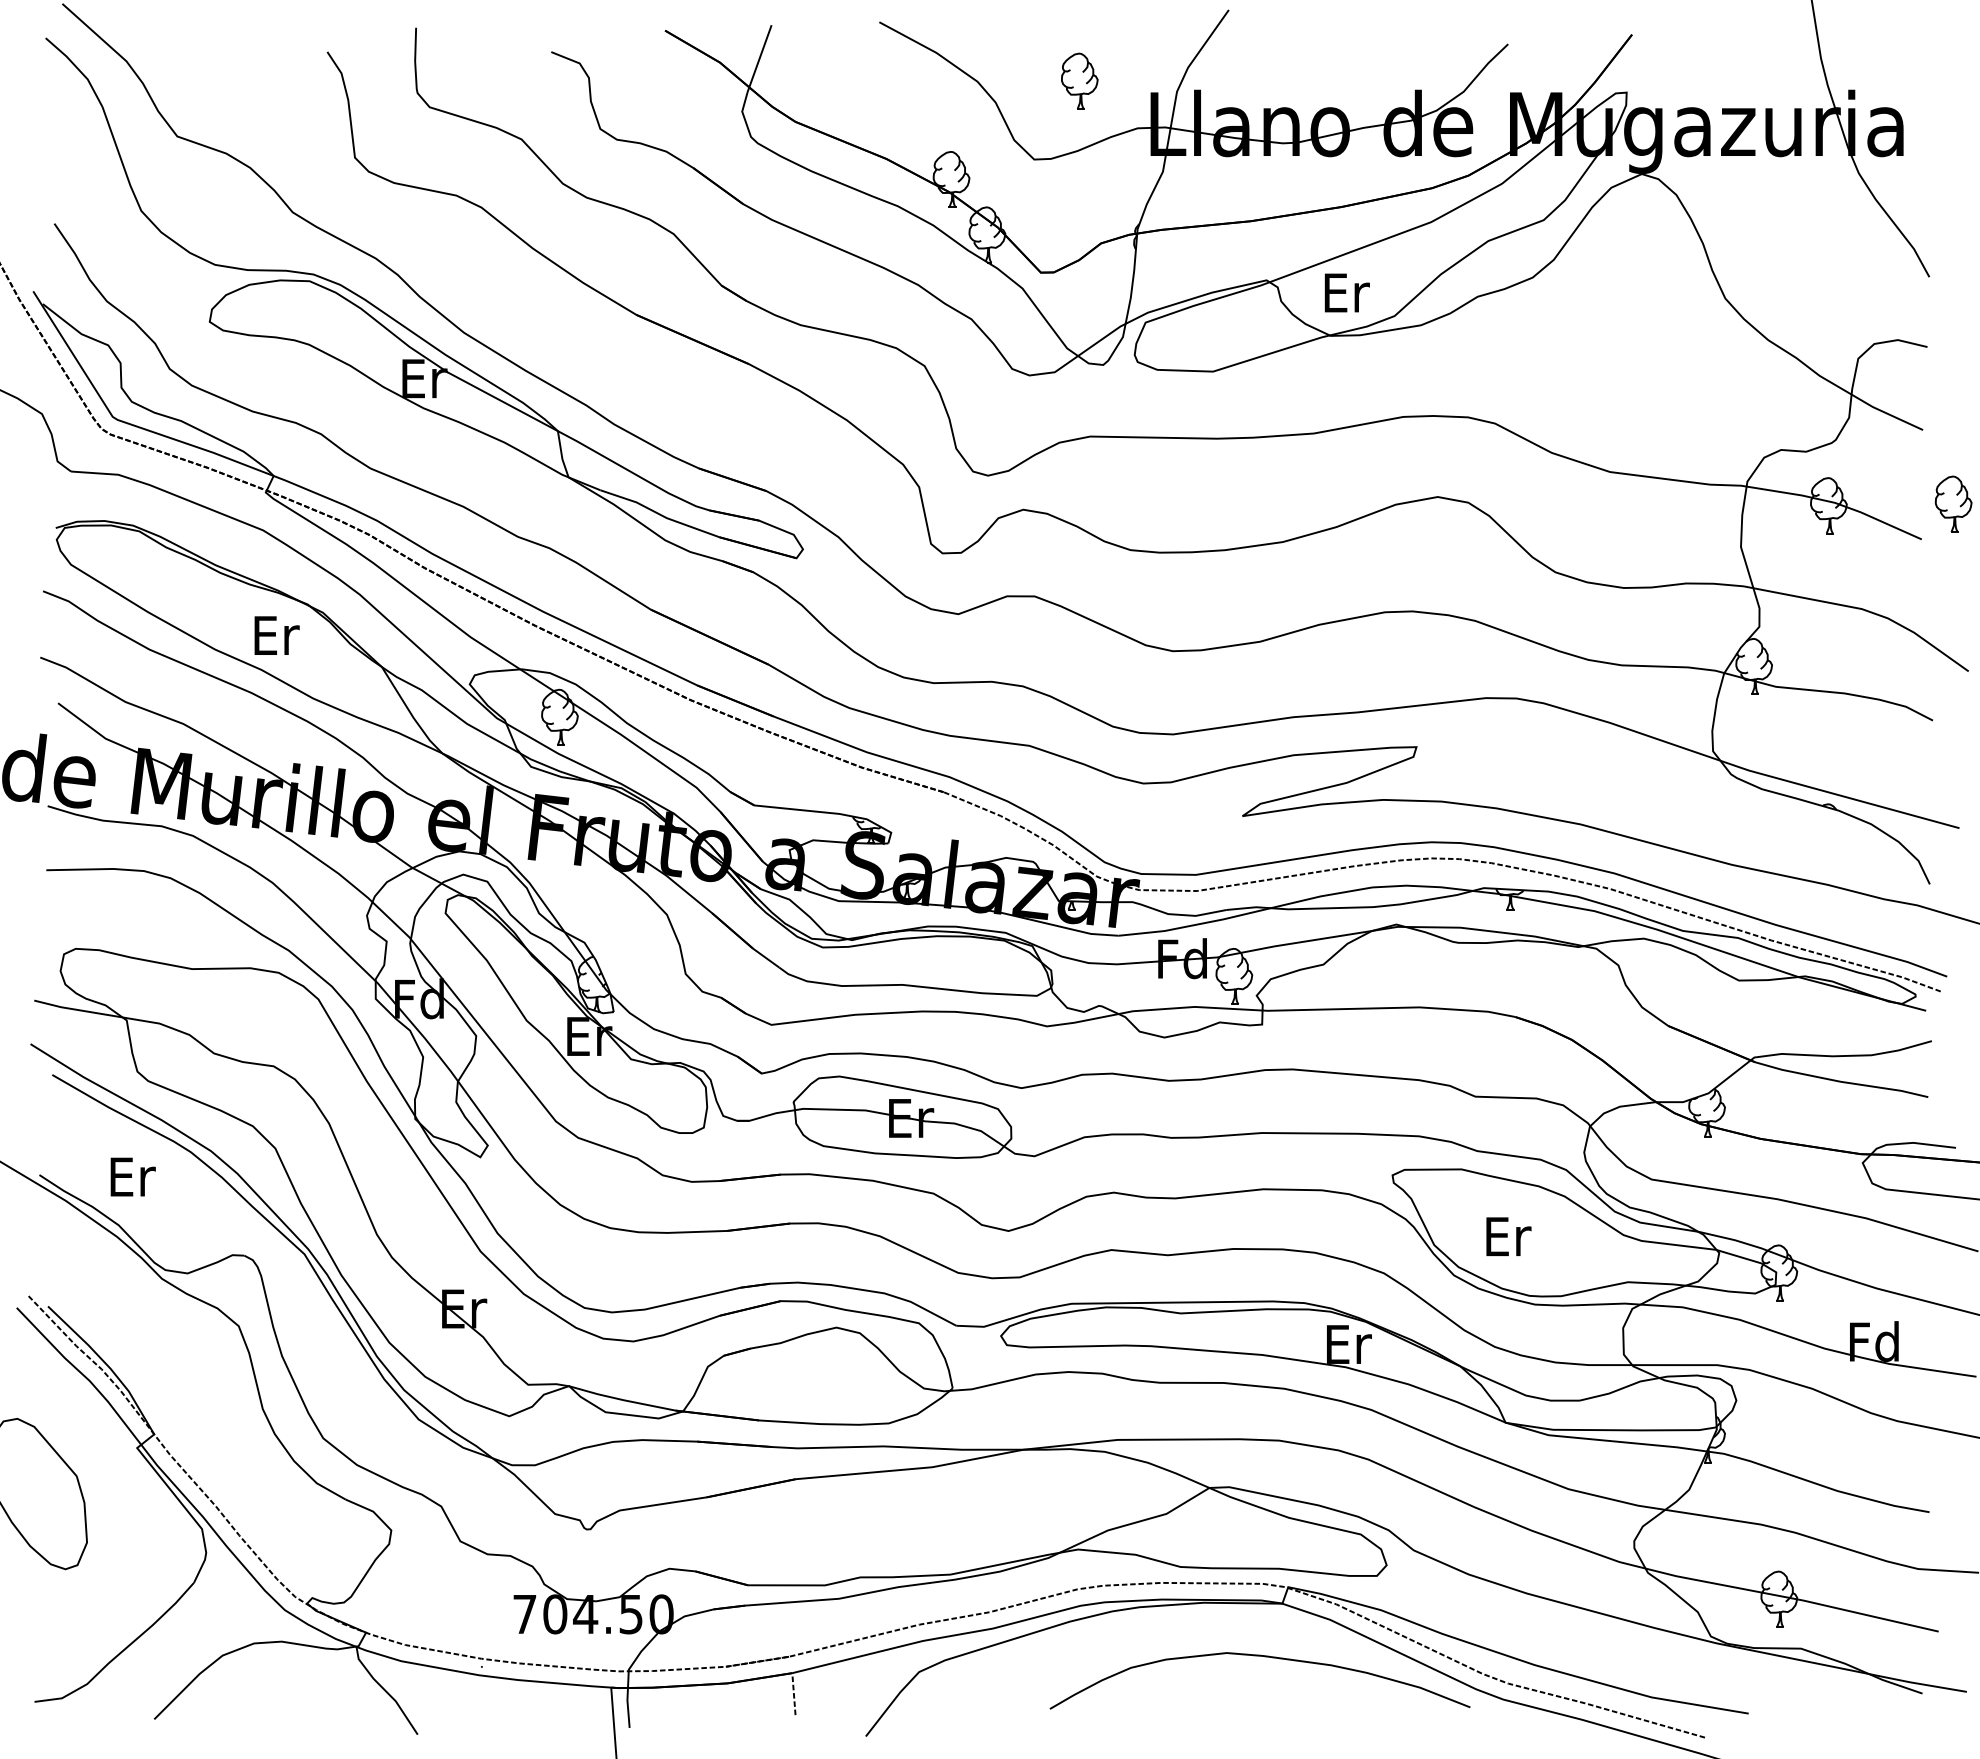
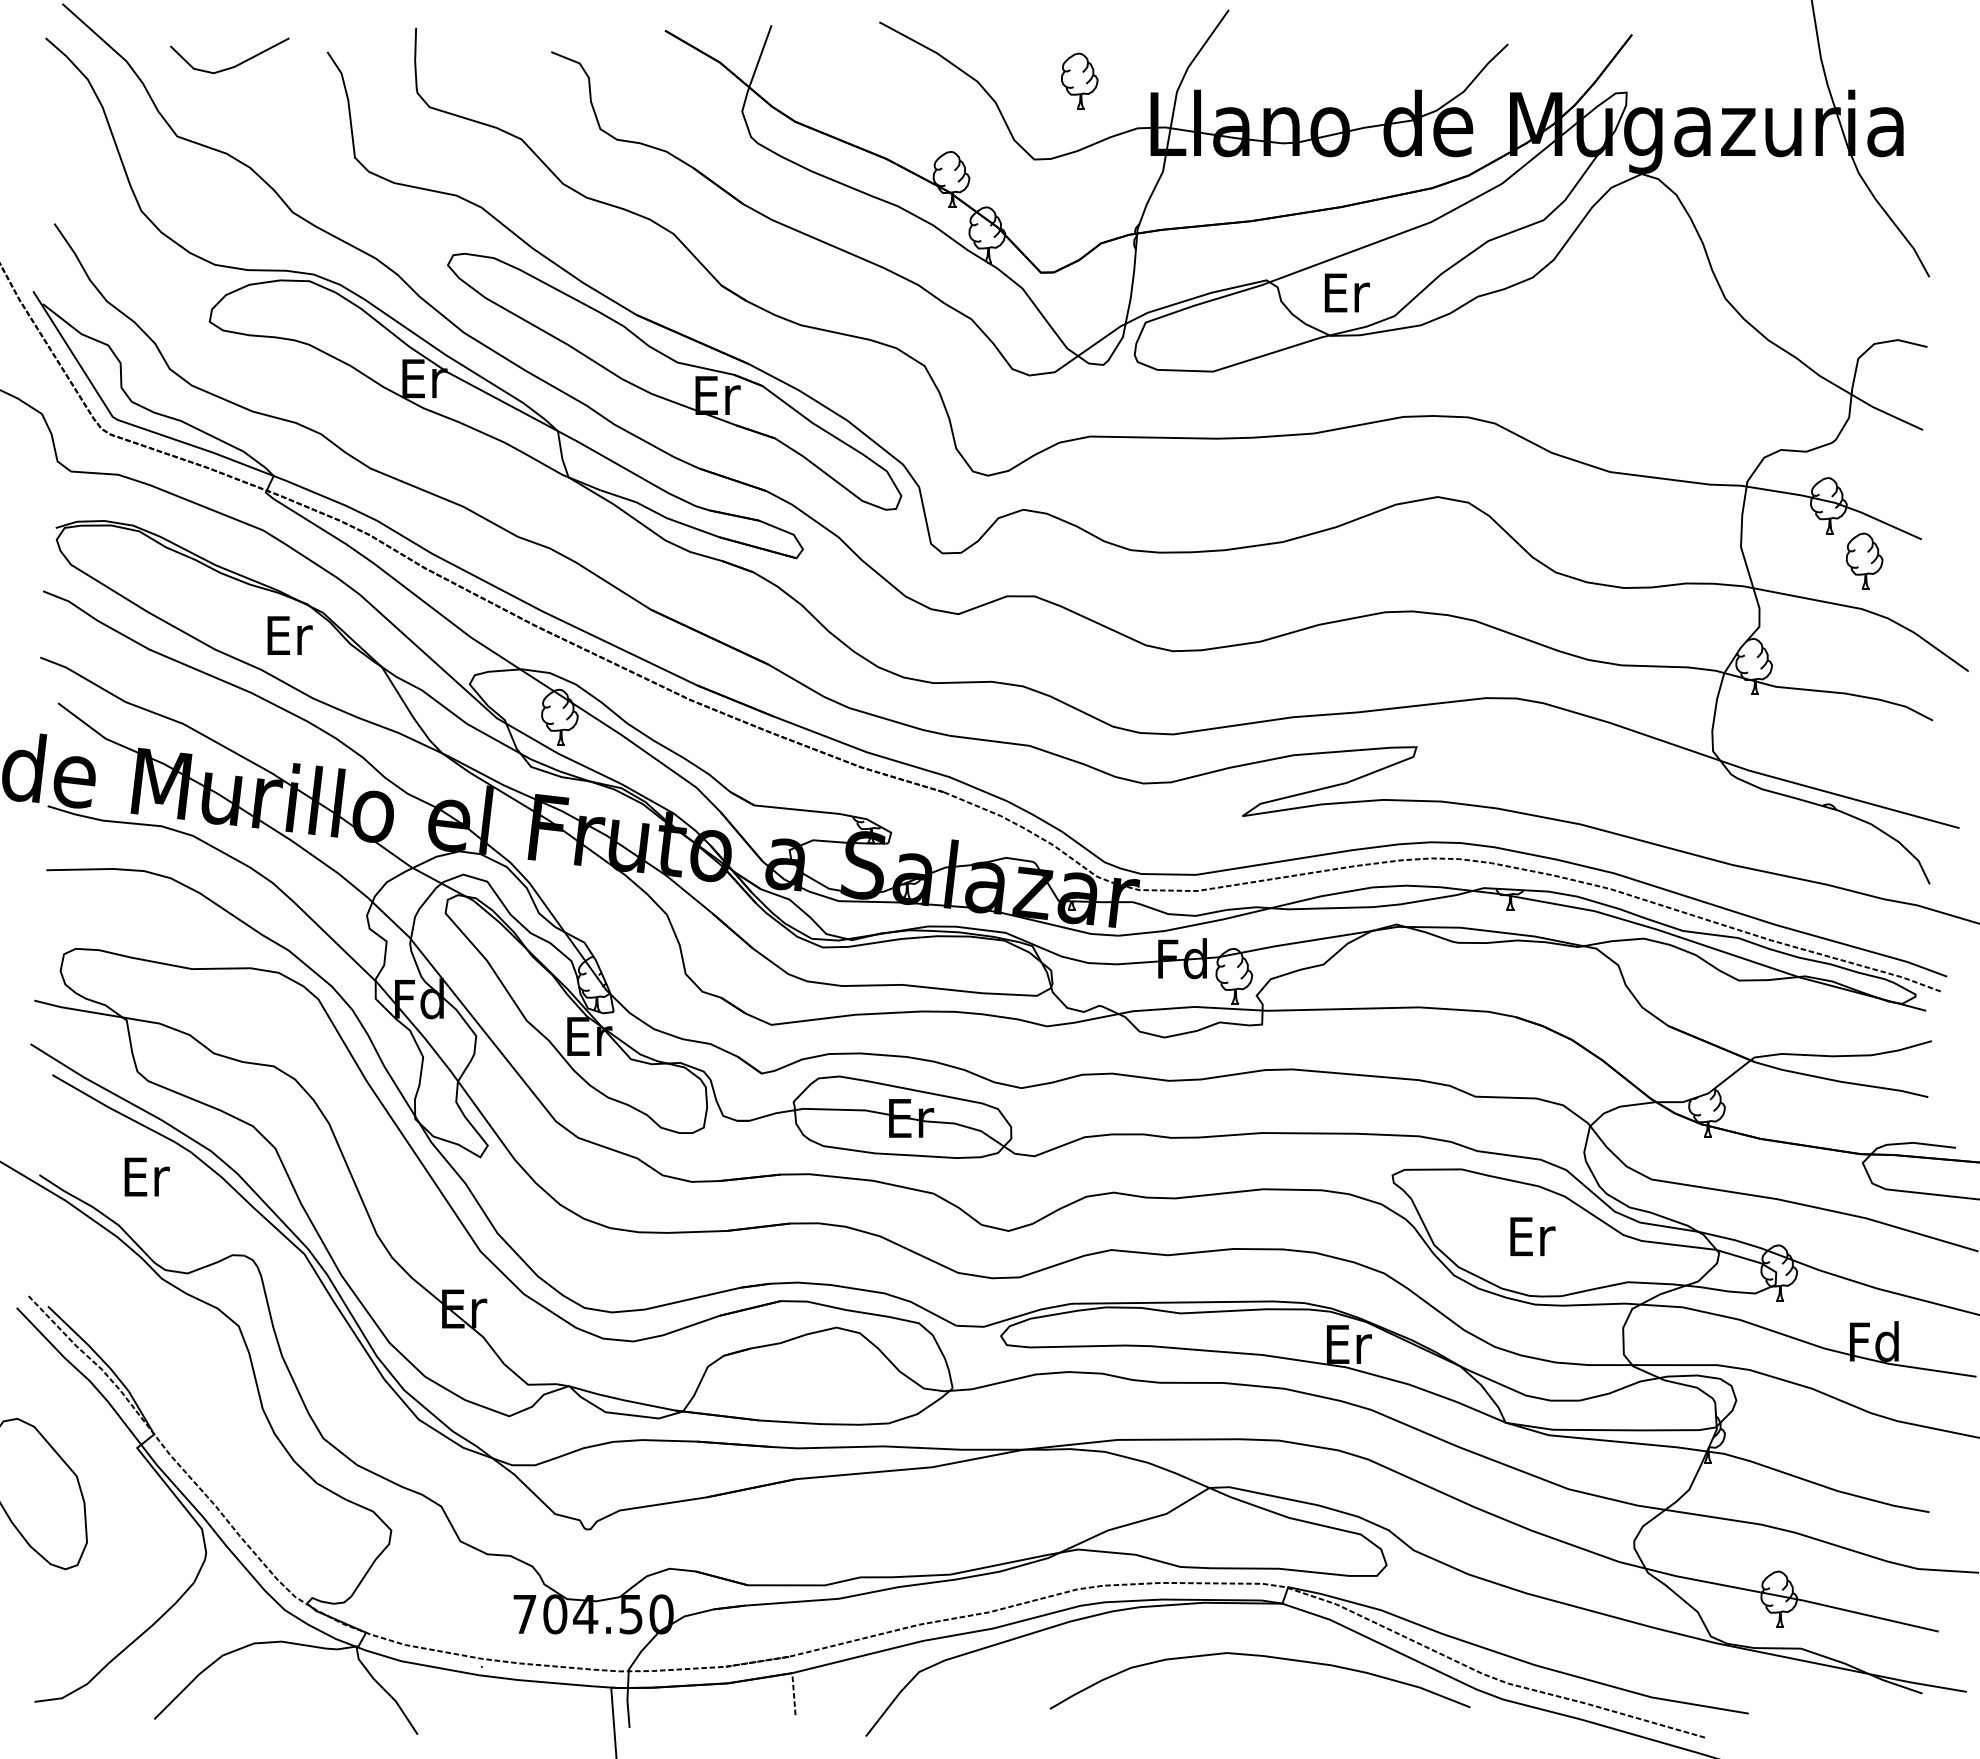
line at (234, 65): none -> present
part at (674, 381): none -> present
part at (1953, 503) position: (1953, 503) -> (1864, 560)
text at (276, 635) position: (276, 635) -> (289, 635)
text at (132, 1176) position: (132, 1176) -> (146, 1176)
text at (1508, 1236) position: (1508, 1236) -> (1532, 1236)
